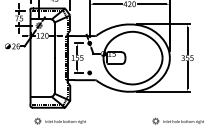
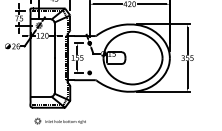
part at (177, 120): present -> none
